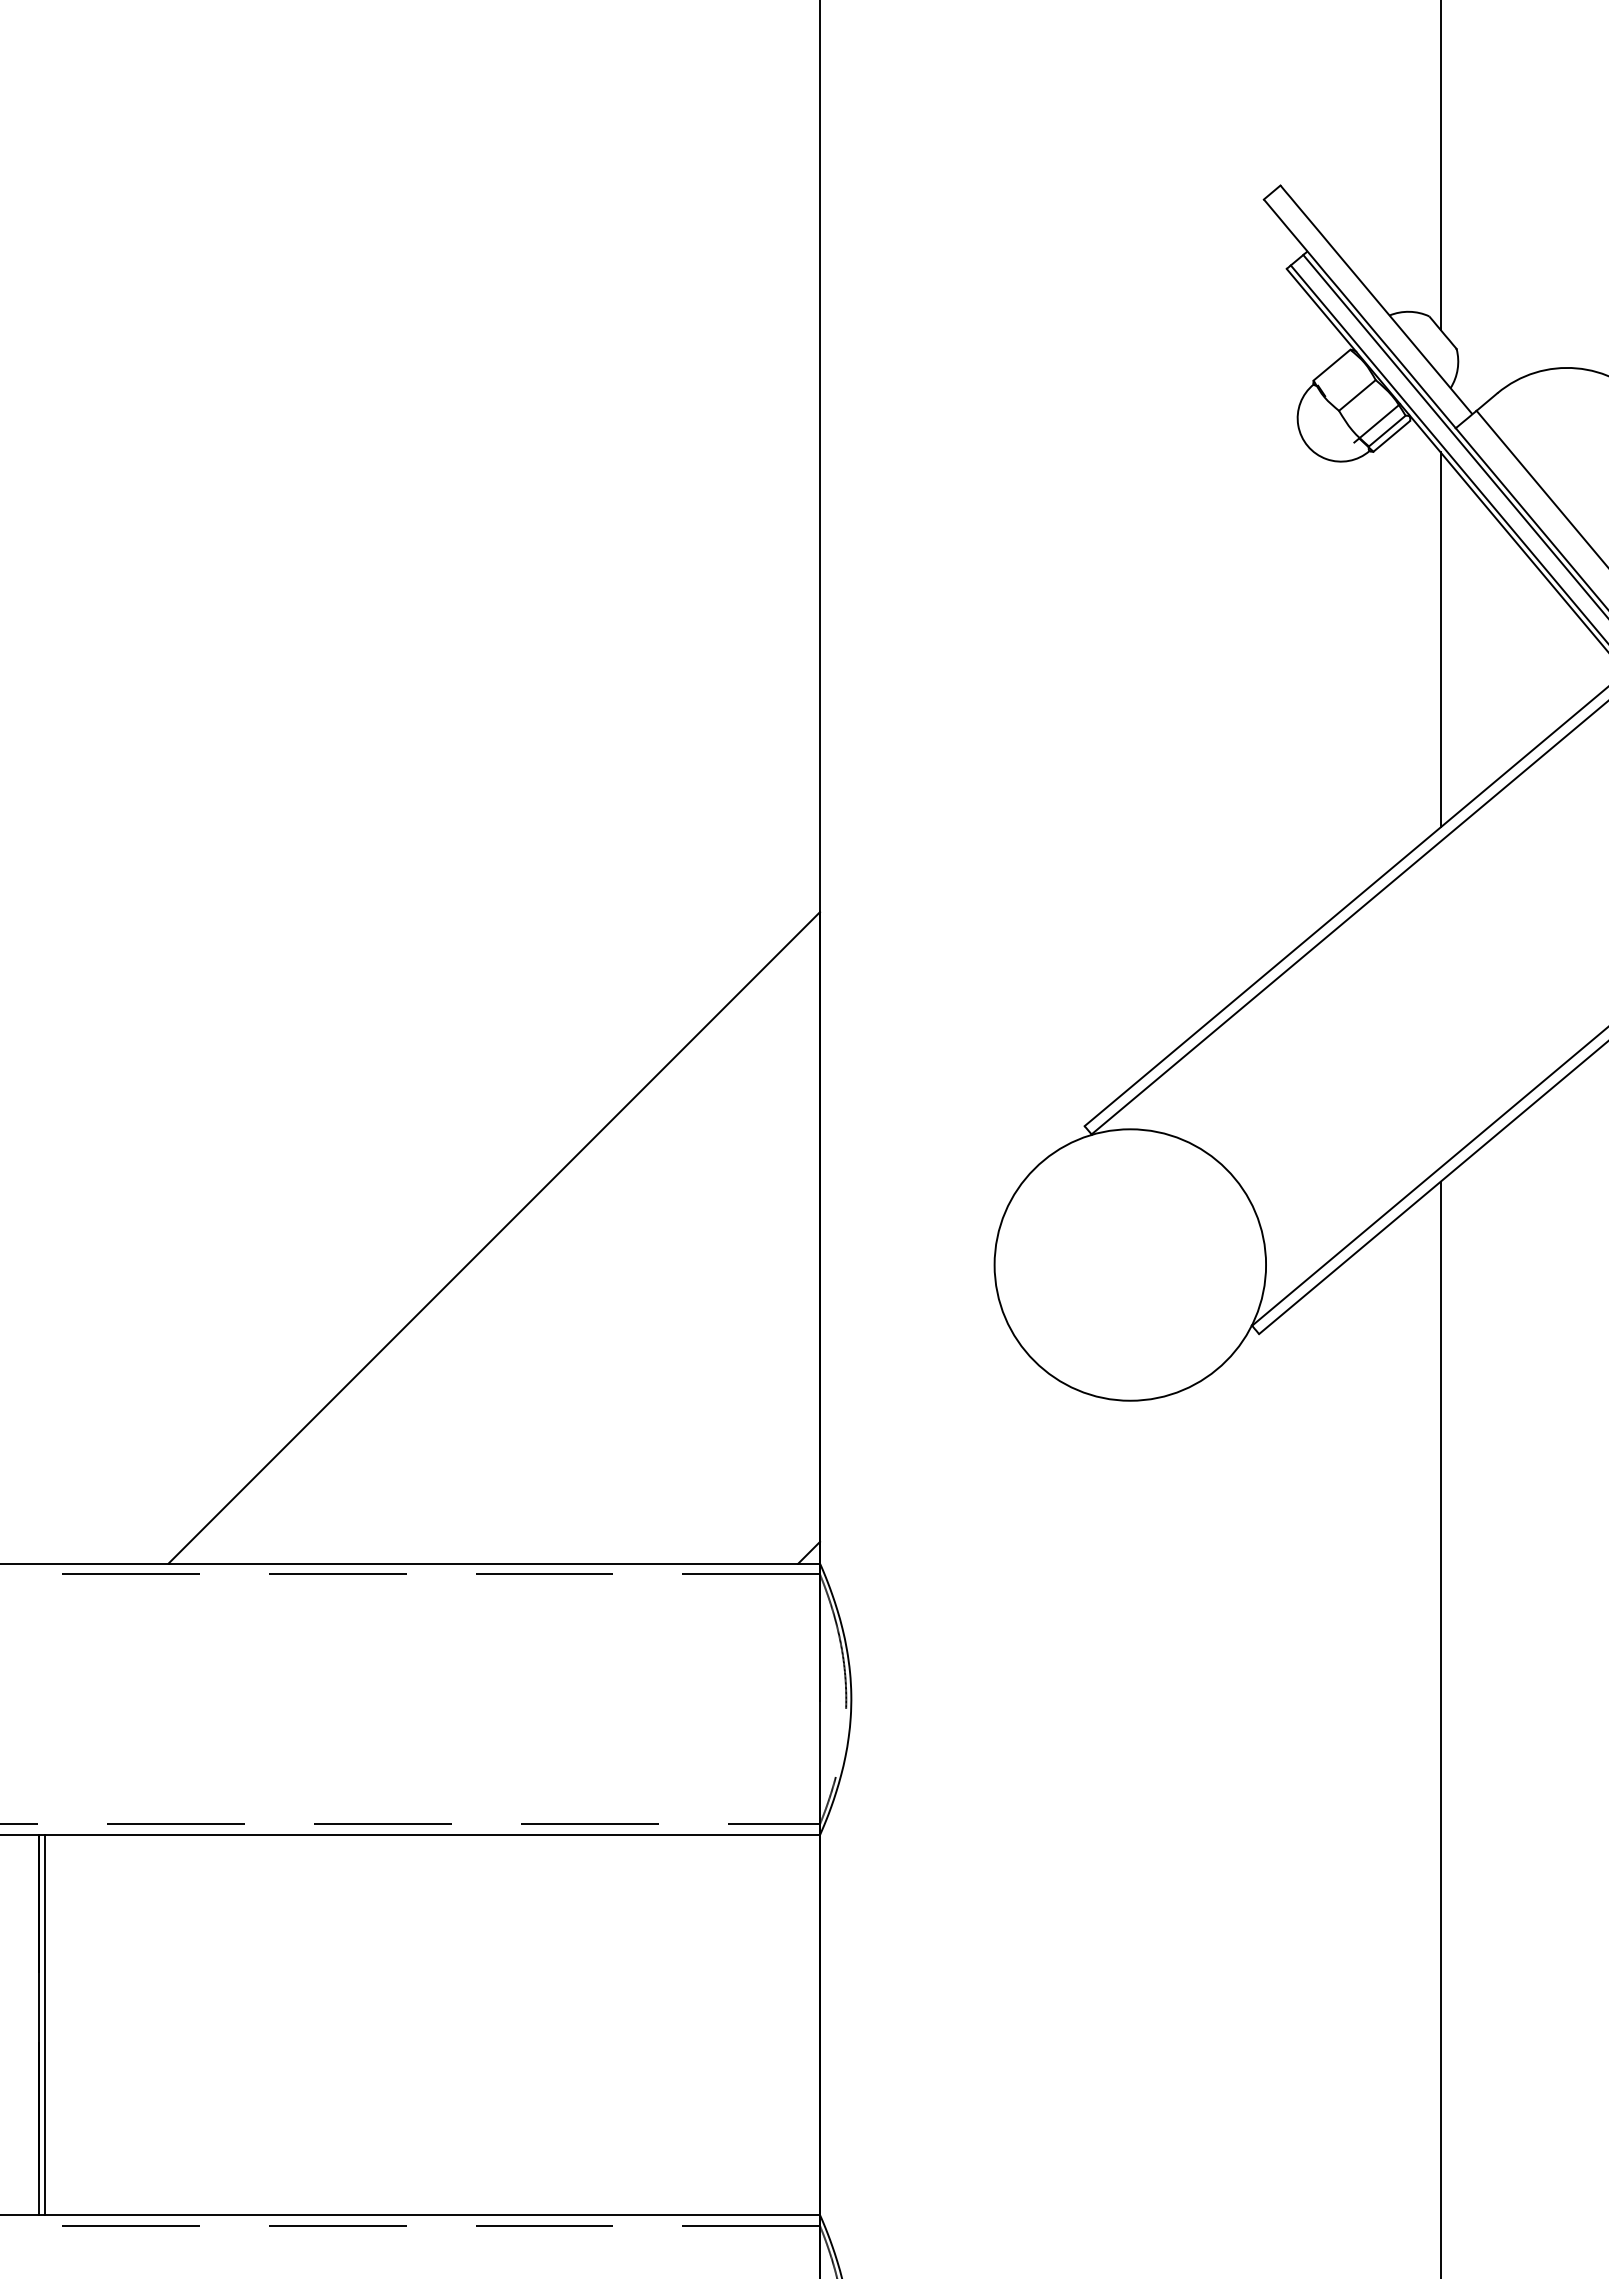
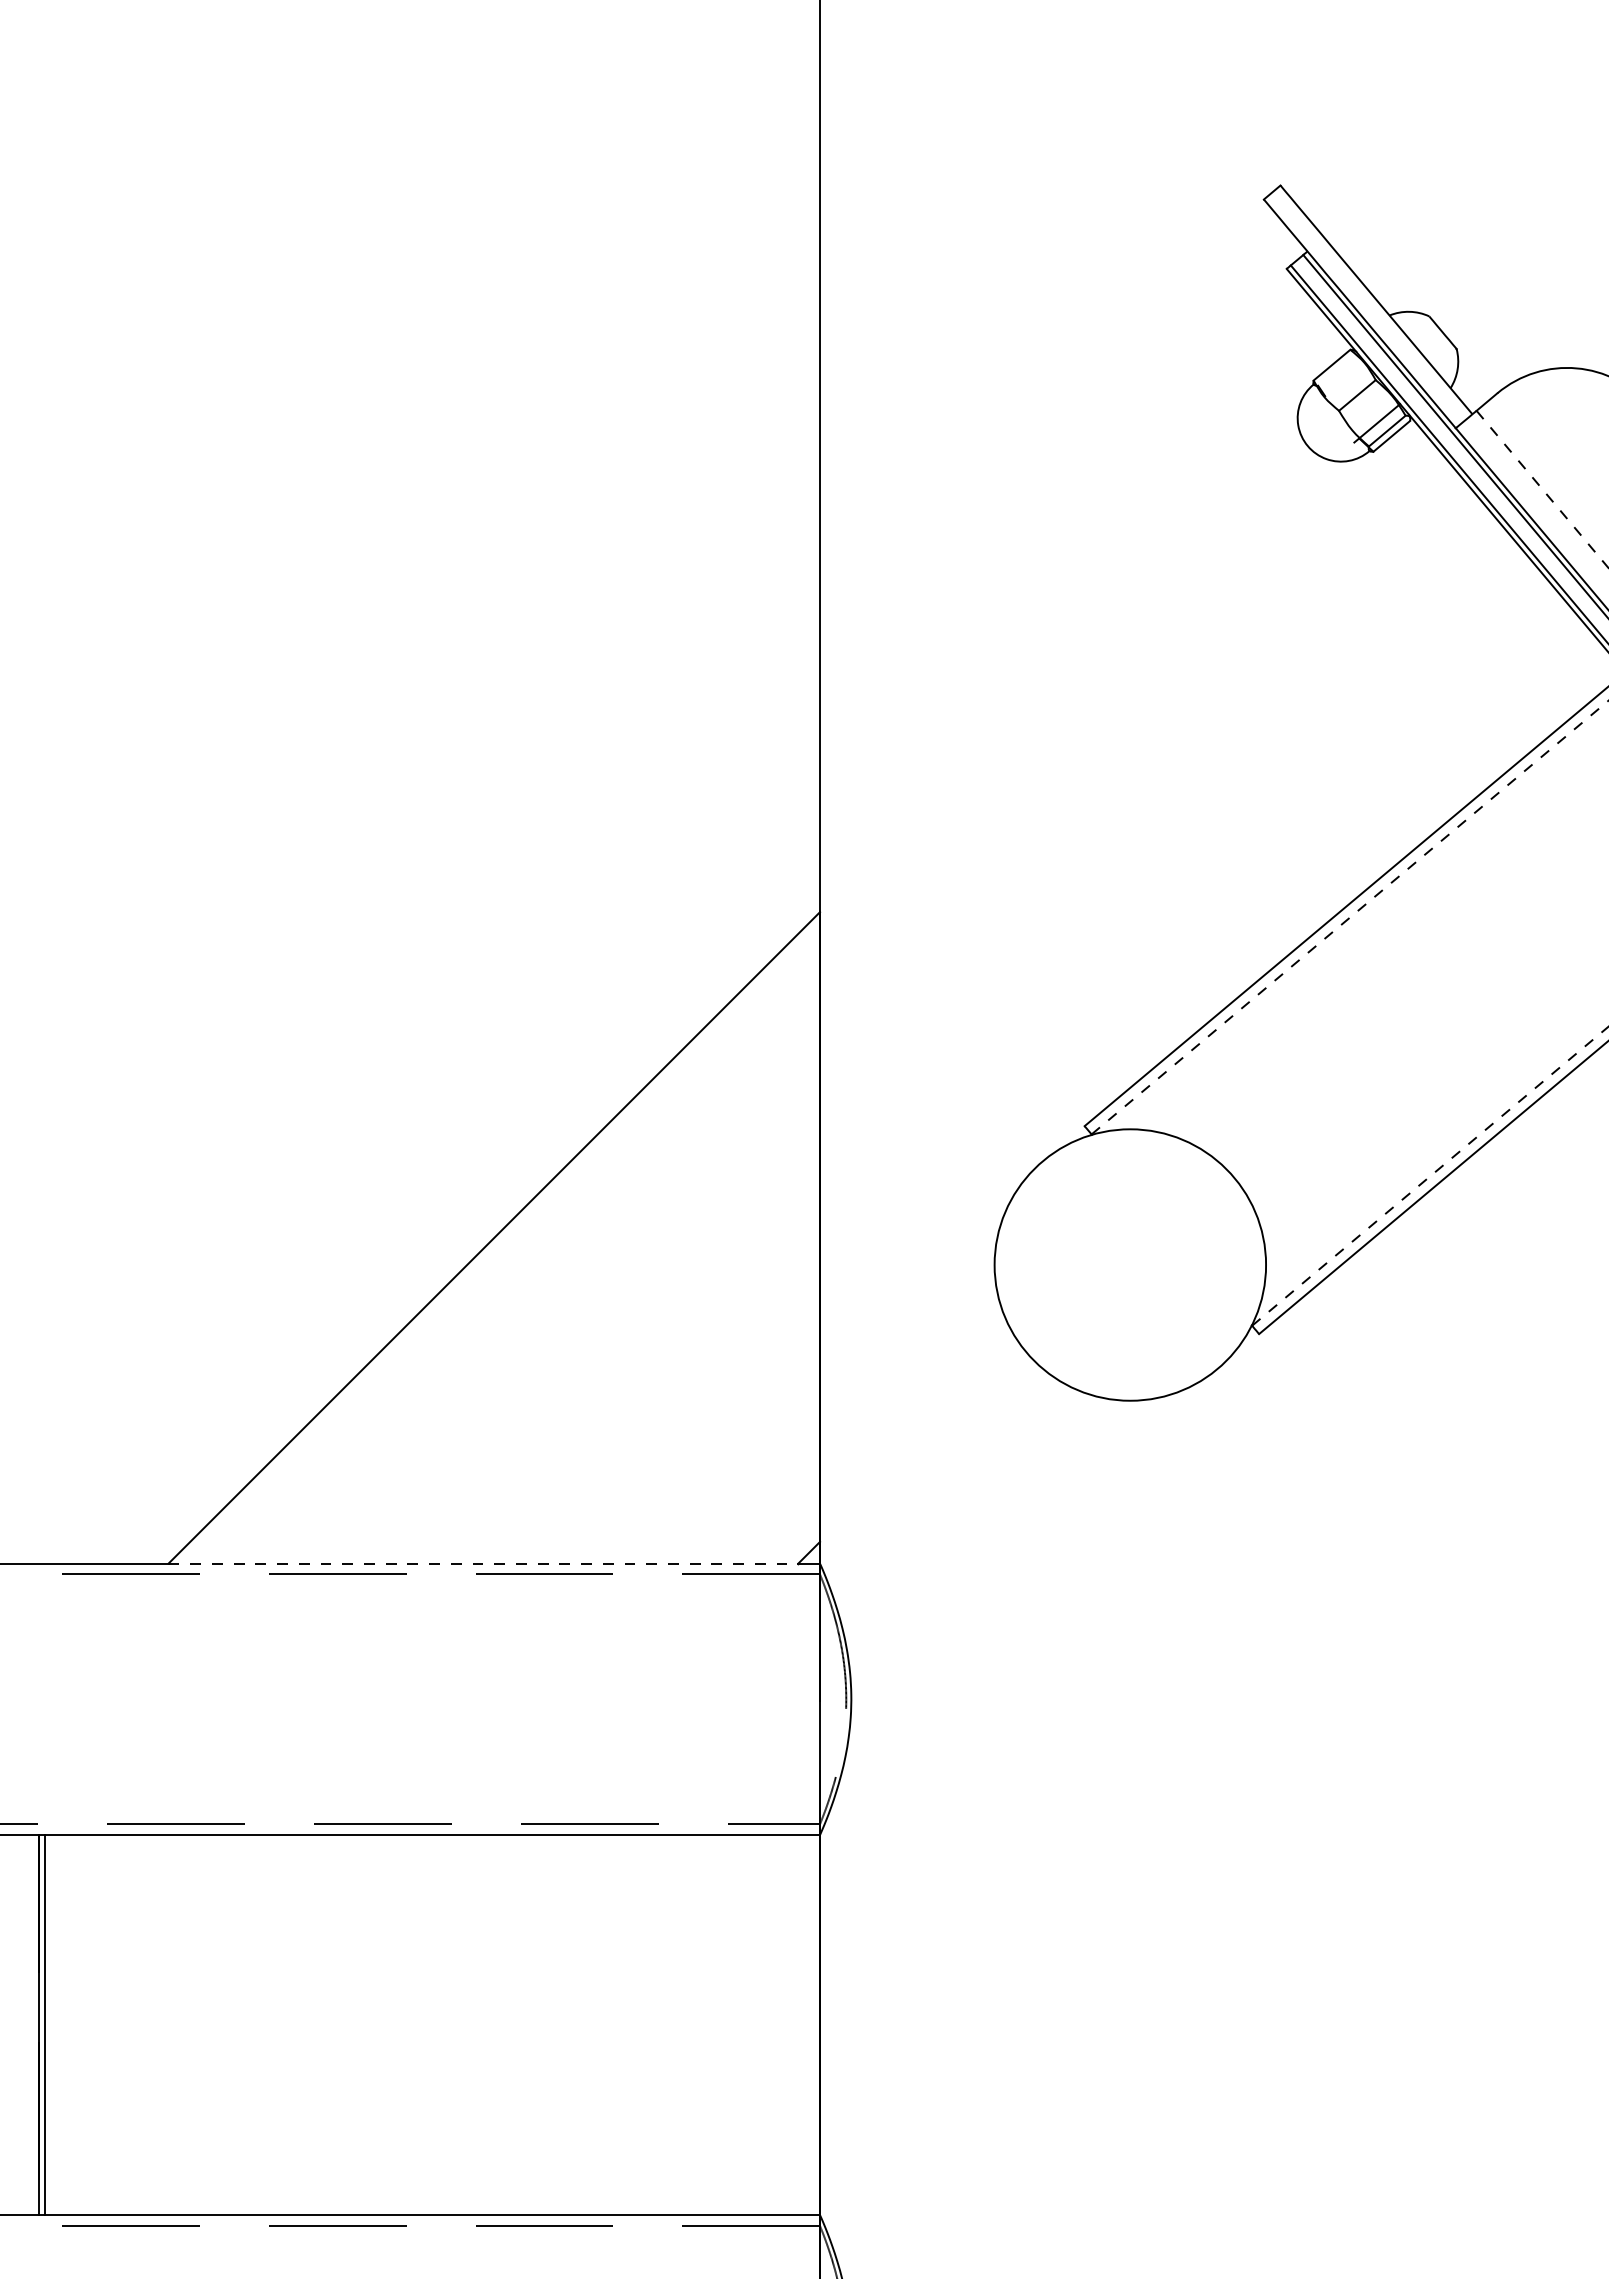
line at (1440, 165): present -> none
line at (1542, 489): solid -> dashed
line at (1440, 639): present -> none
line at (1349, 917): solid -> dashed
line at (1429, 1176): solid -> dashed
line at (483, 1563): solid -> dashed
line at (1440, 1728): present -> none
